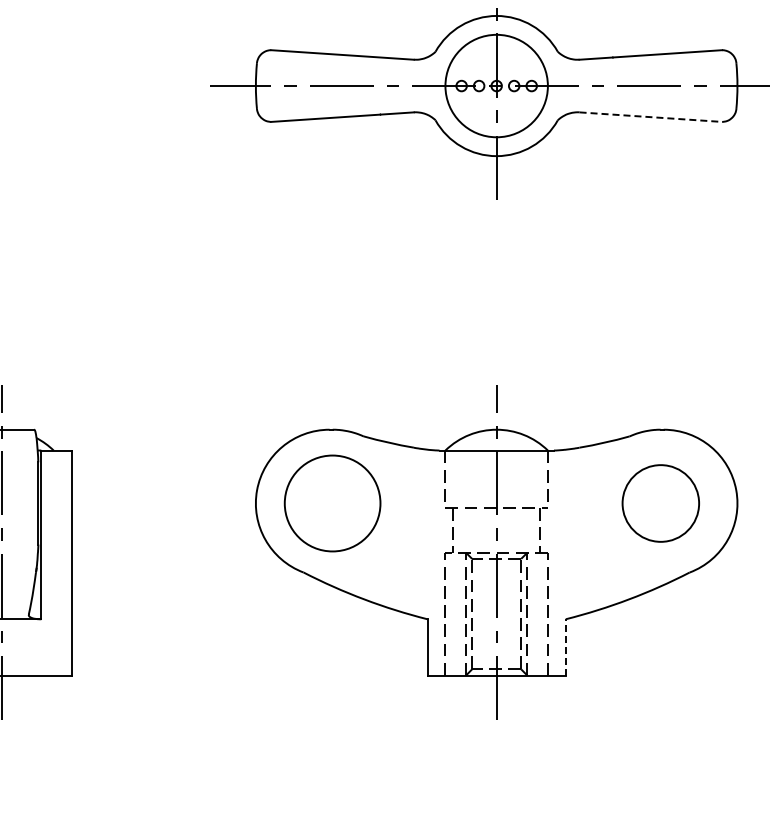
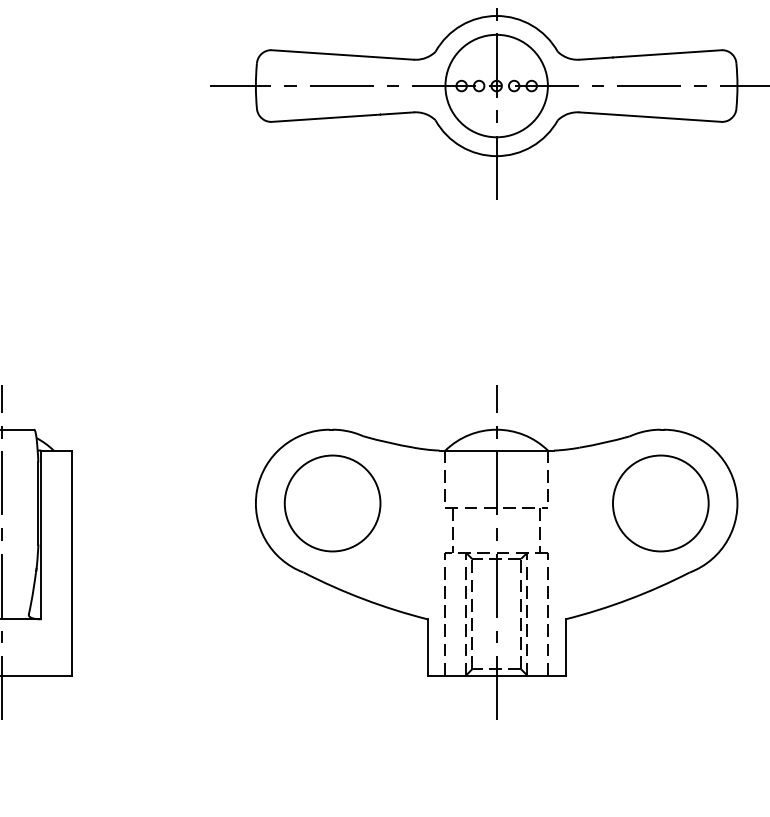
line at (651, 117): dashed -> solid
part at (660, 503) size: 79x79 px -> 98x99 px
line at (565, 646): dashed -> solid
